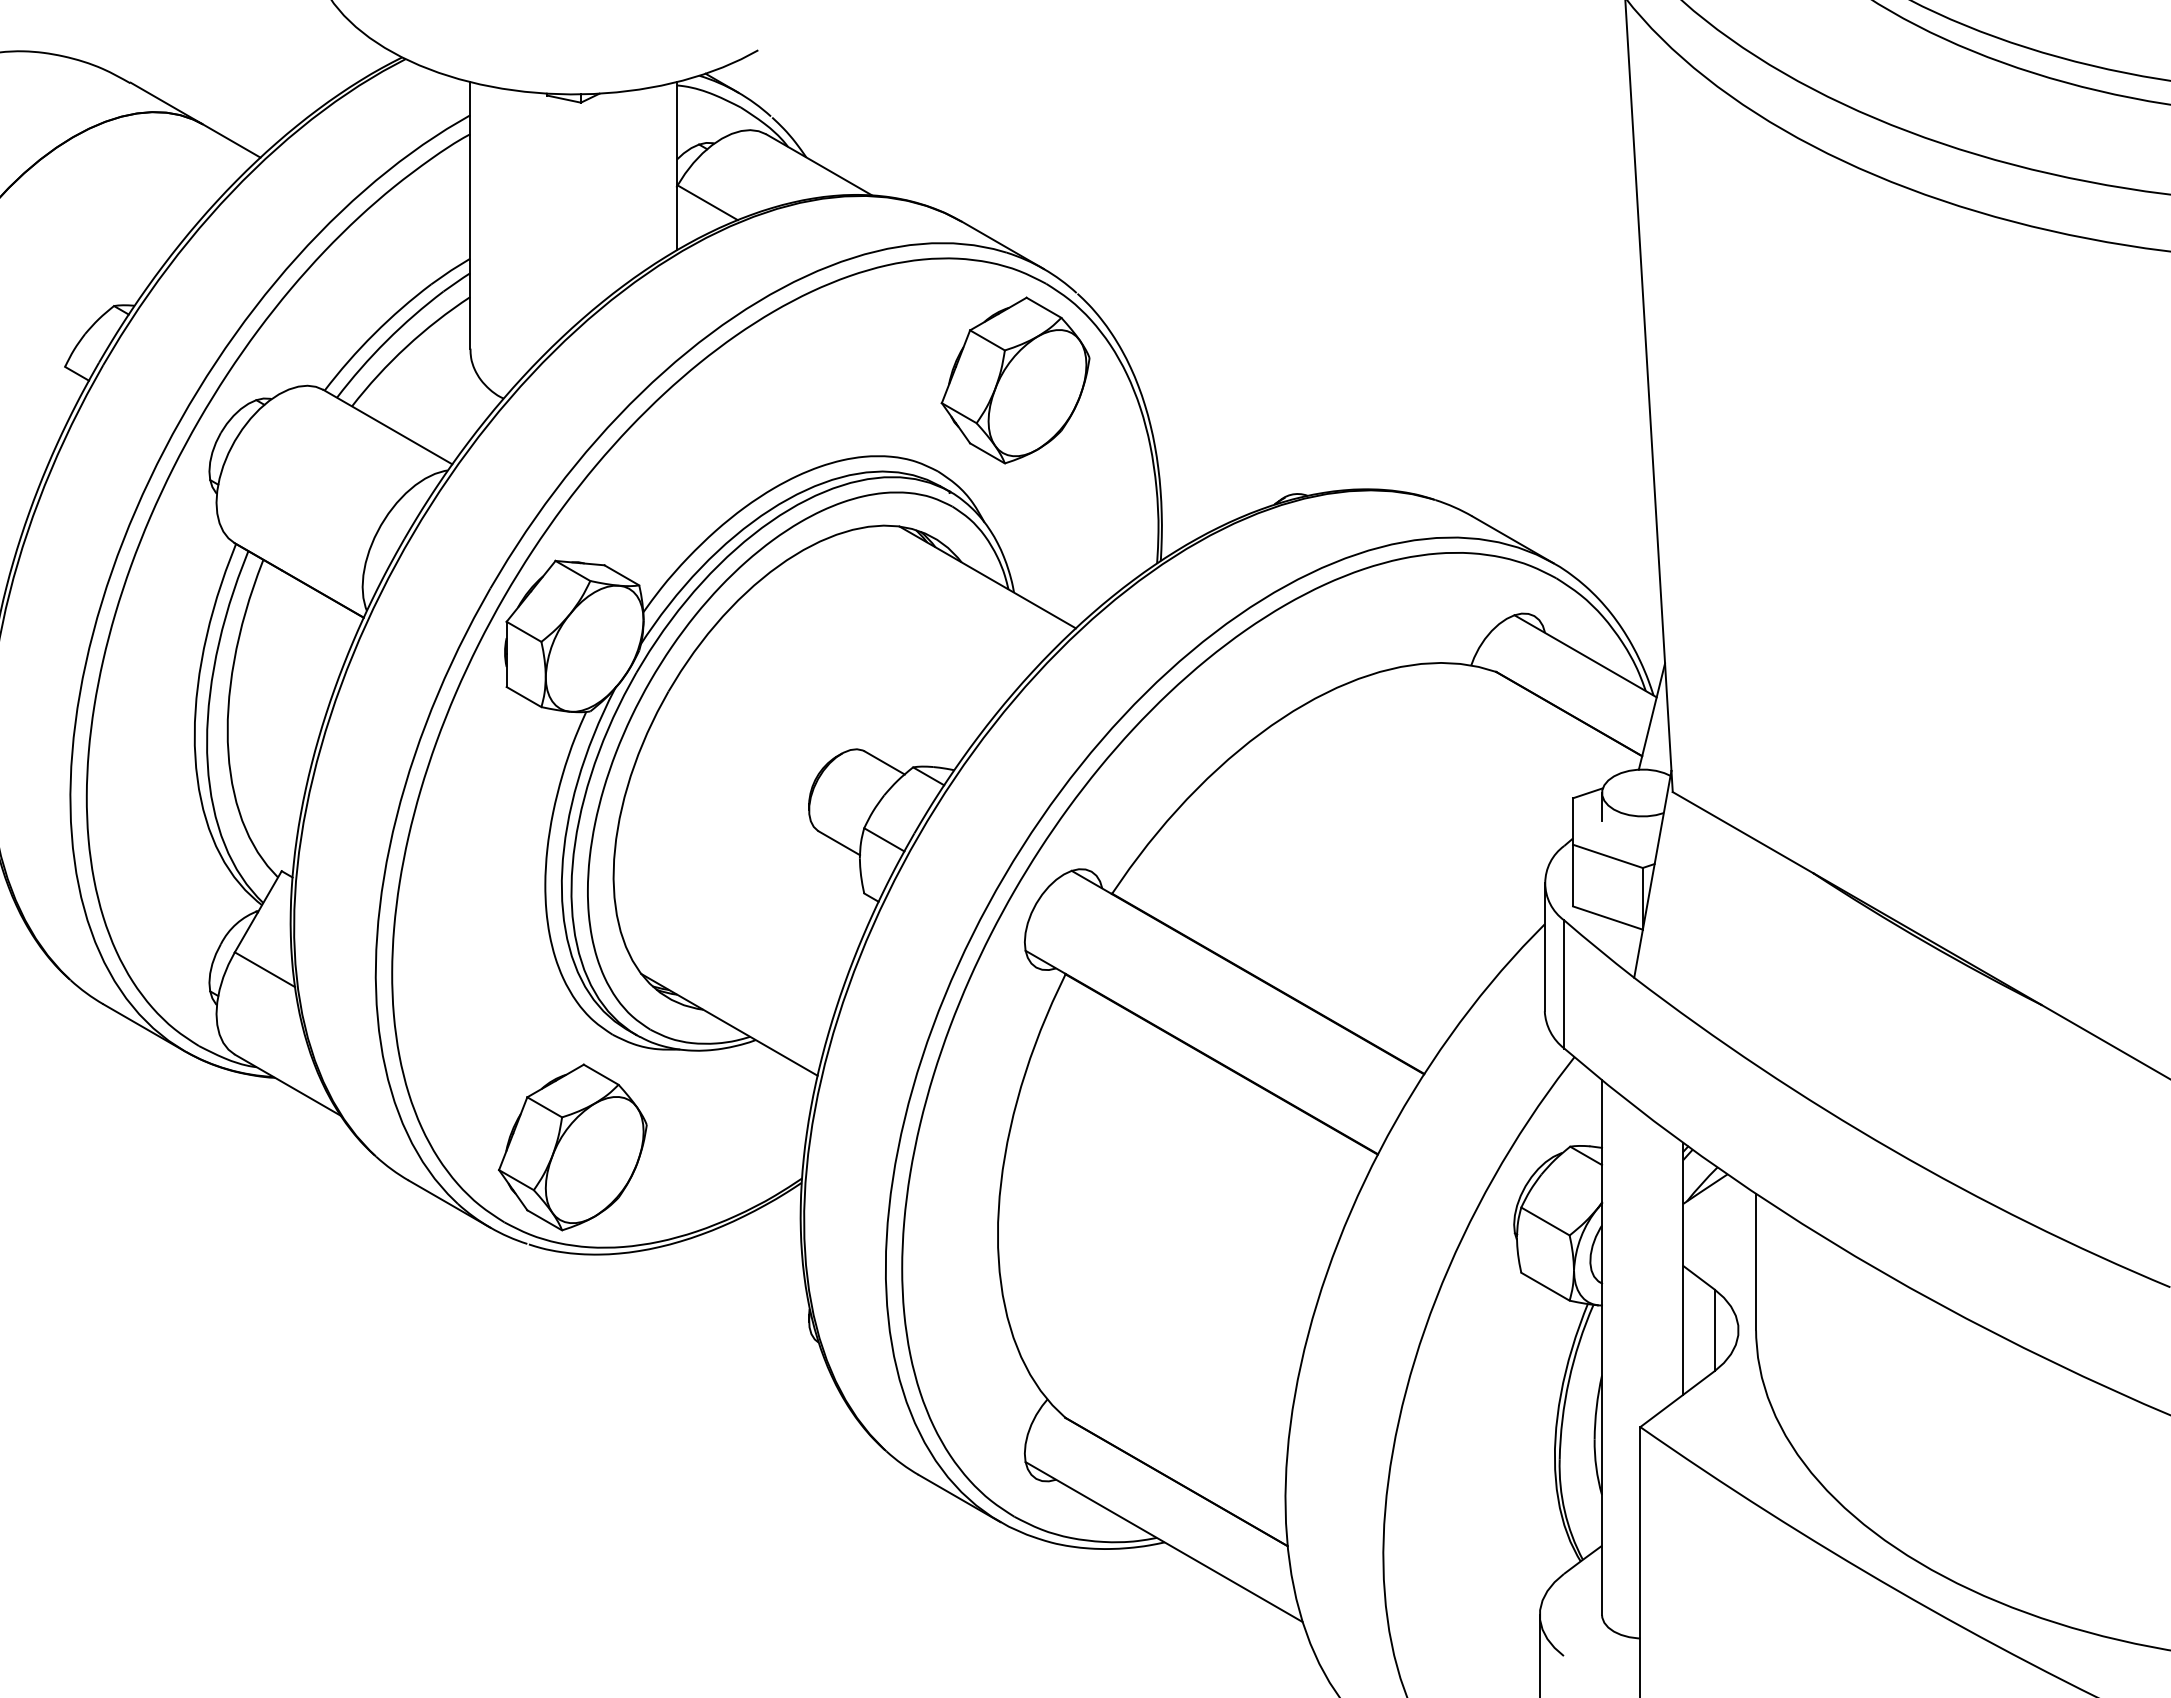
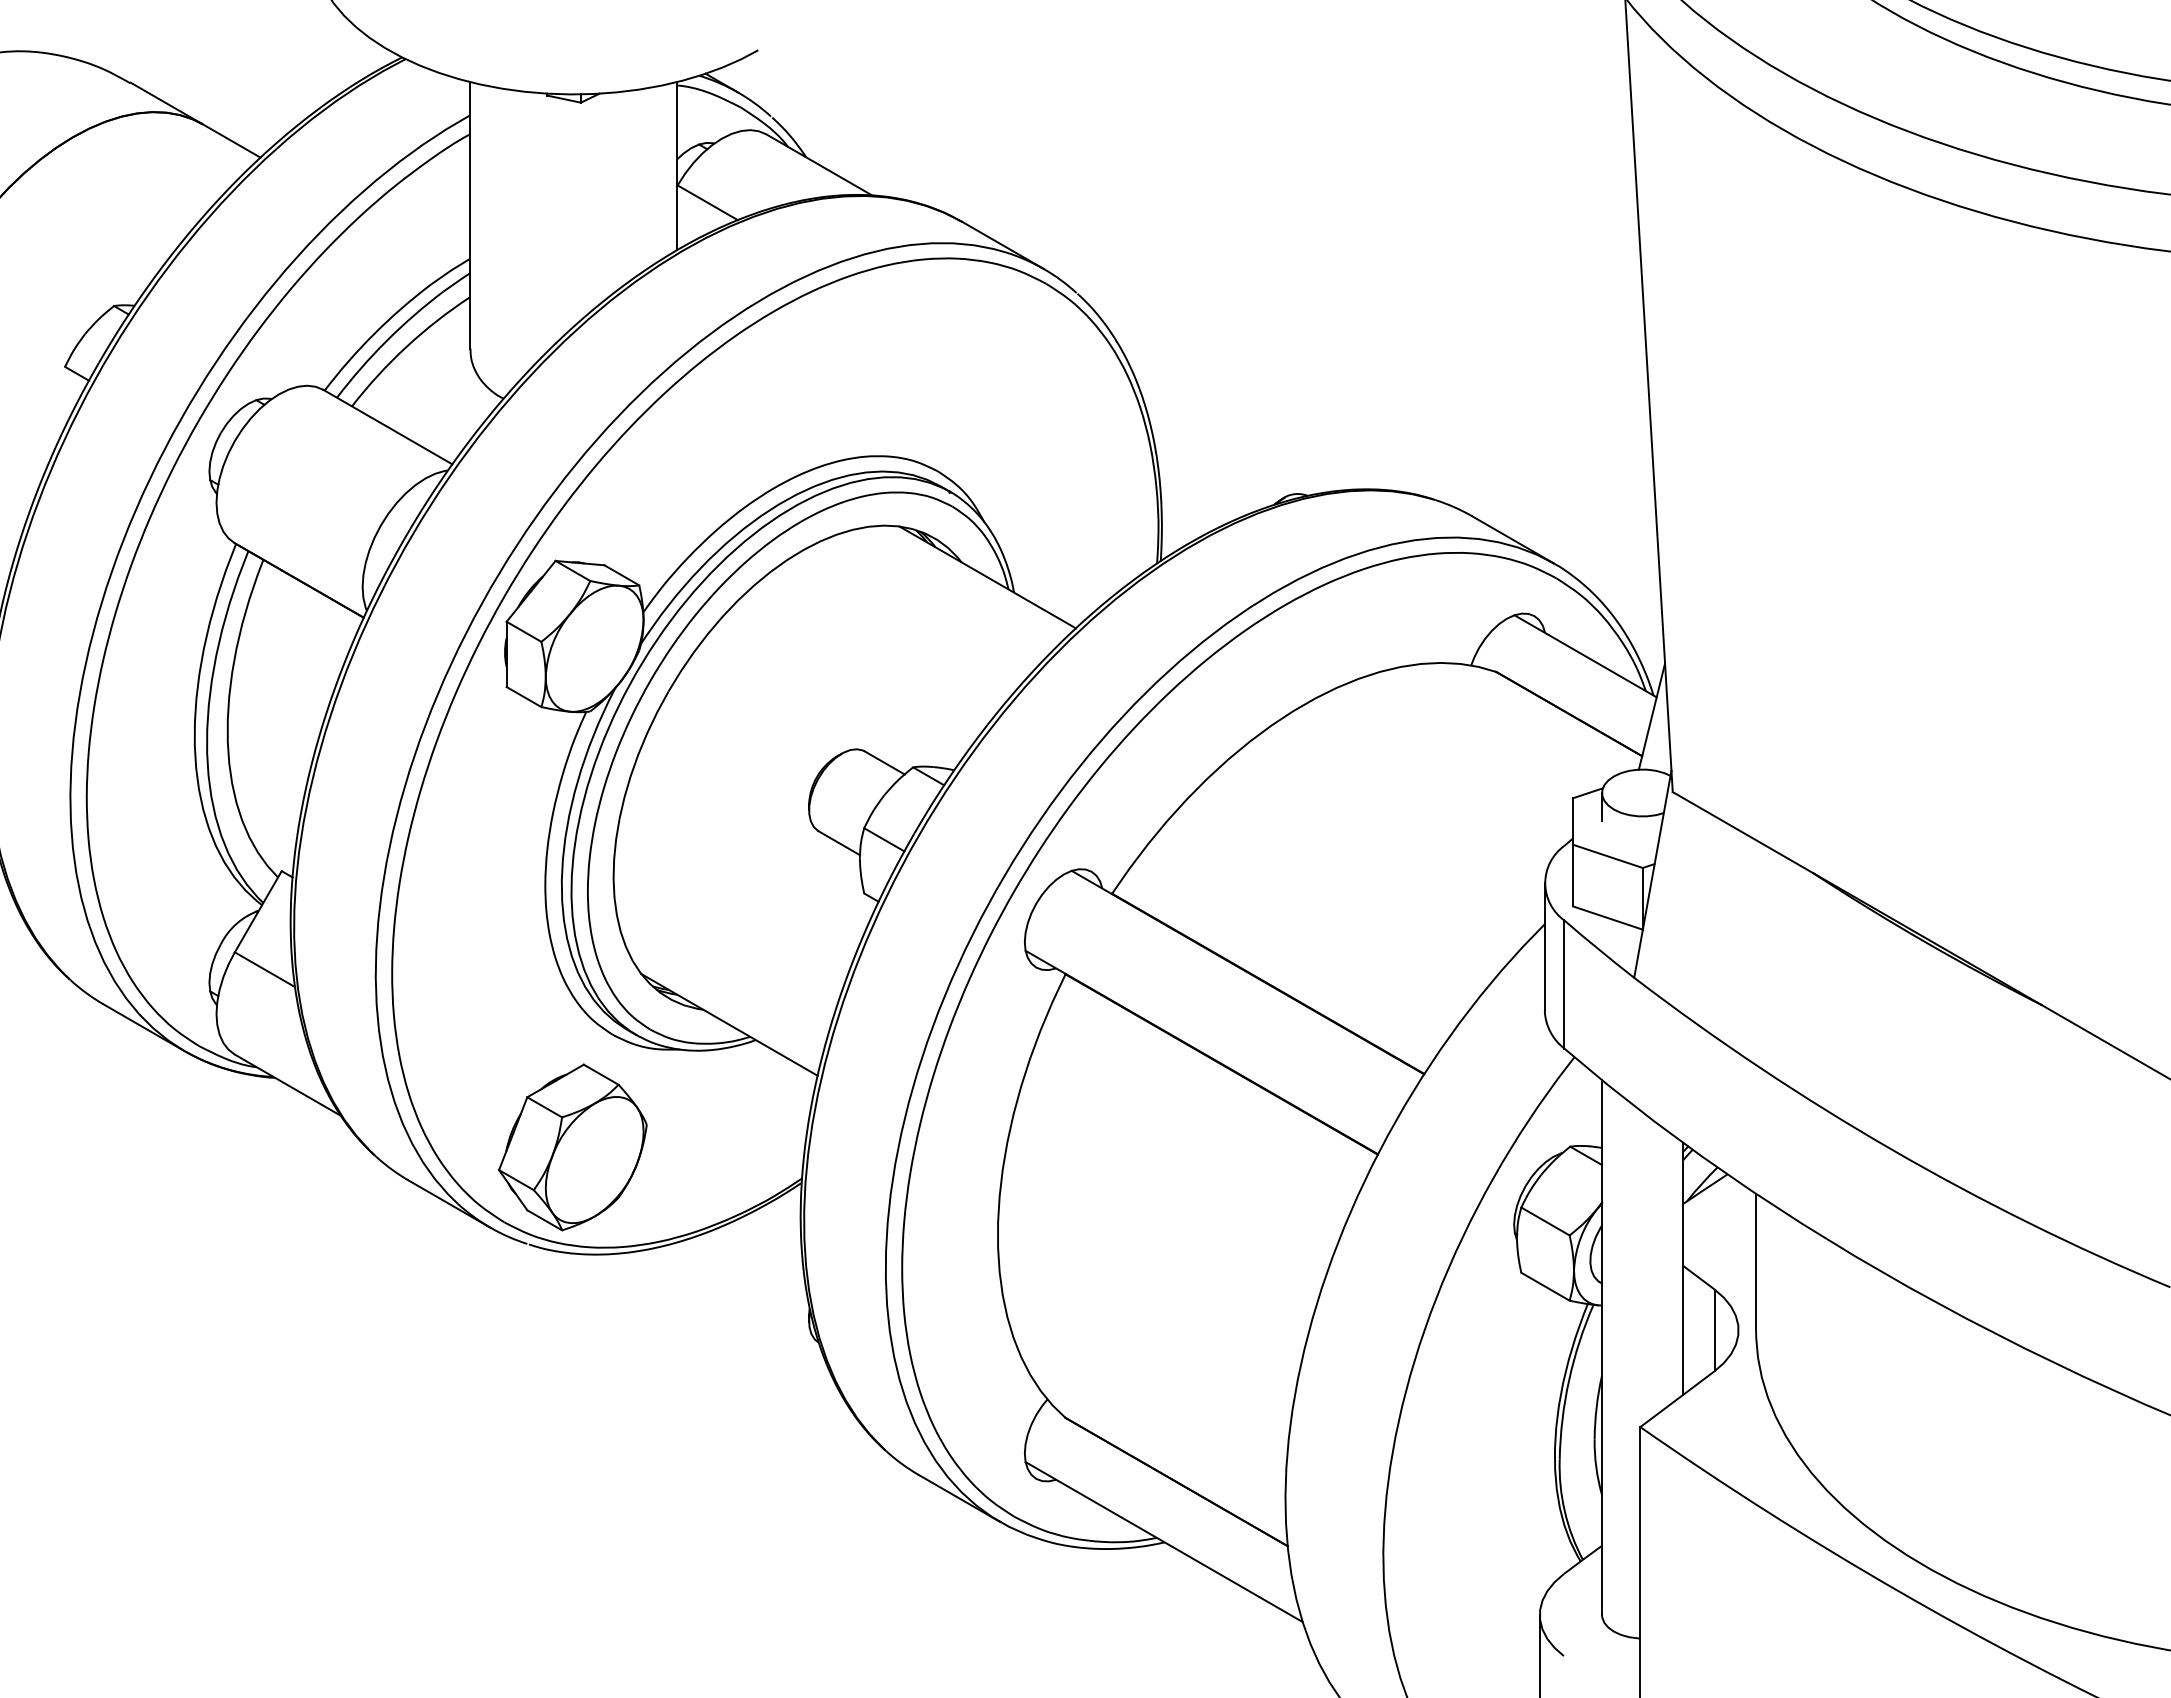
part at (1015, 380): present -> none
